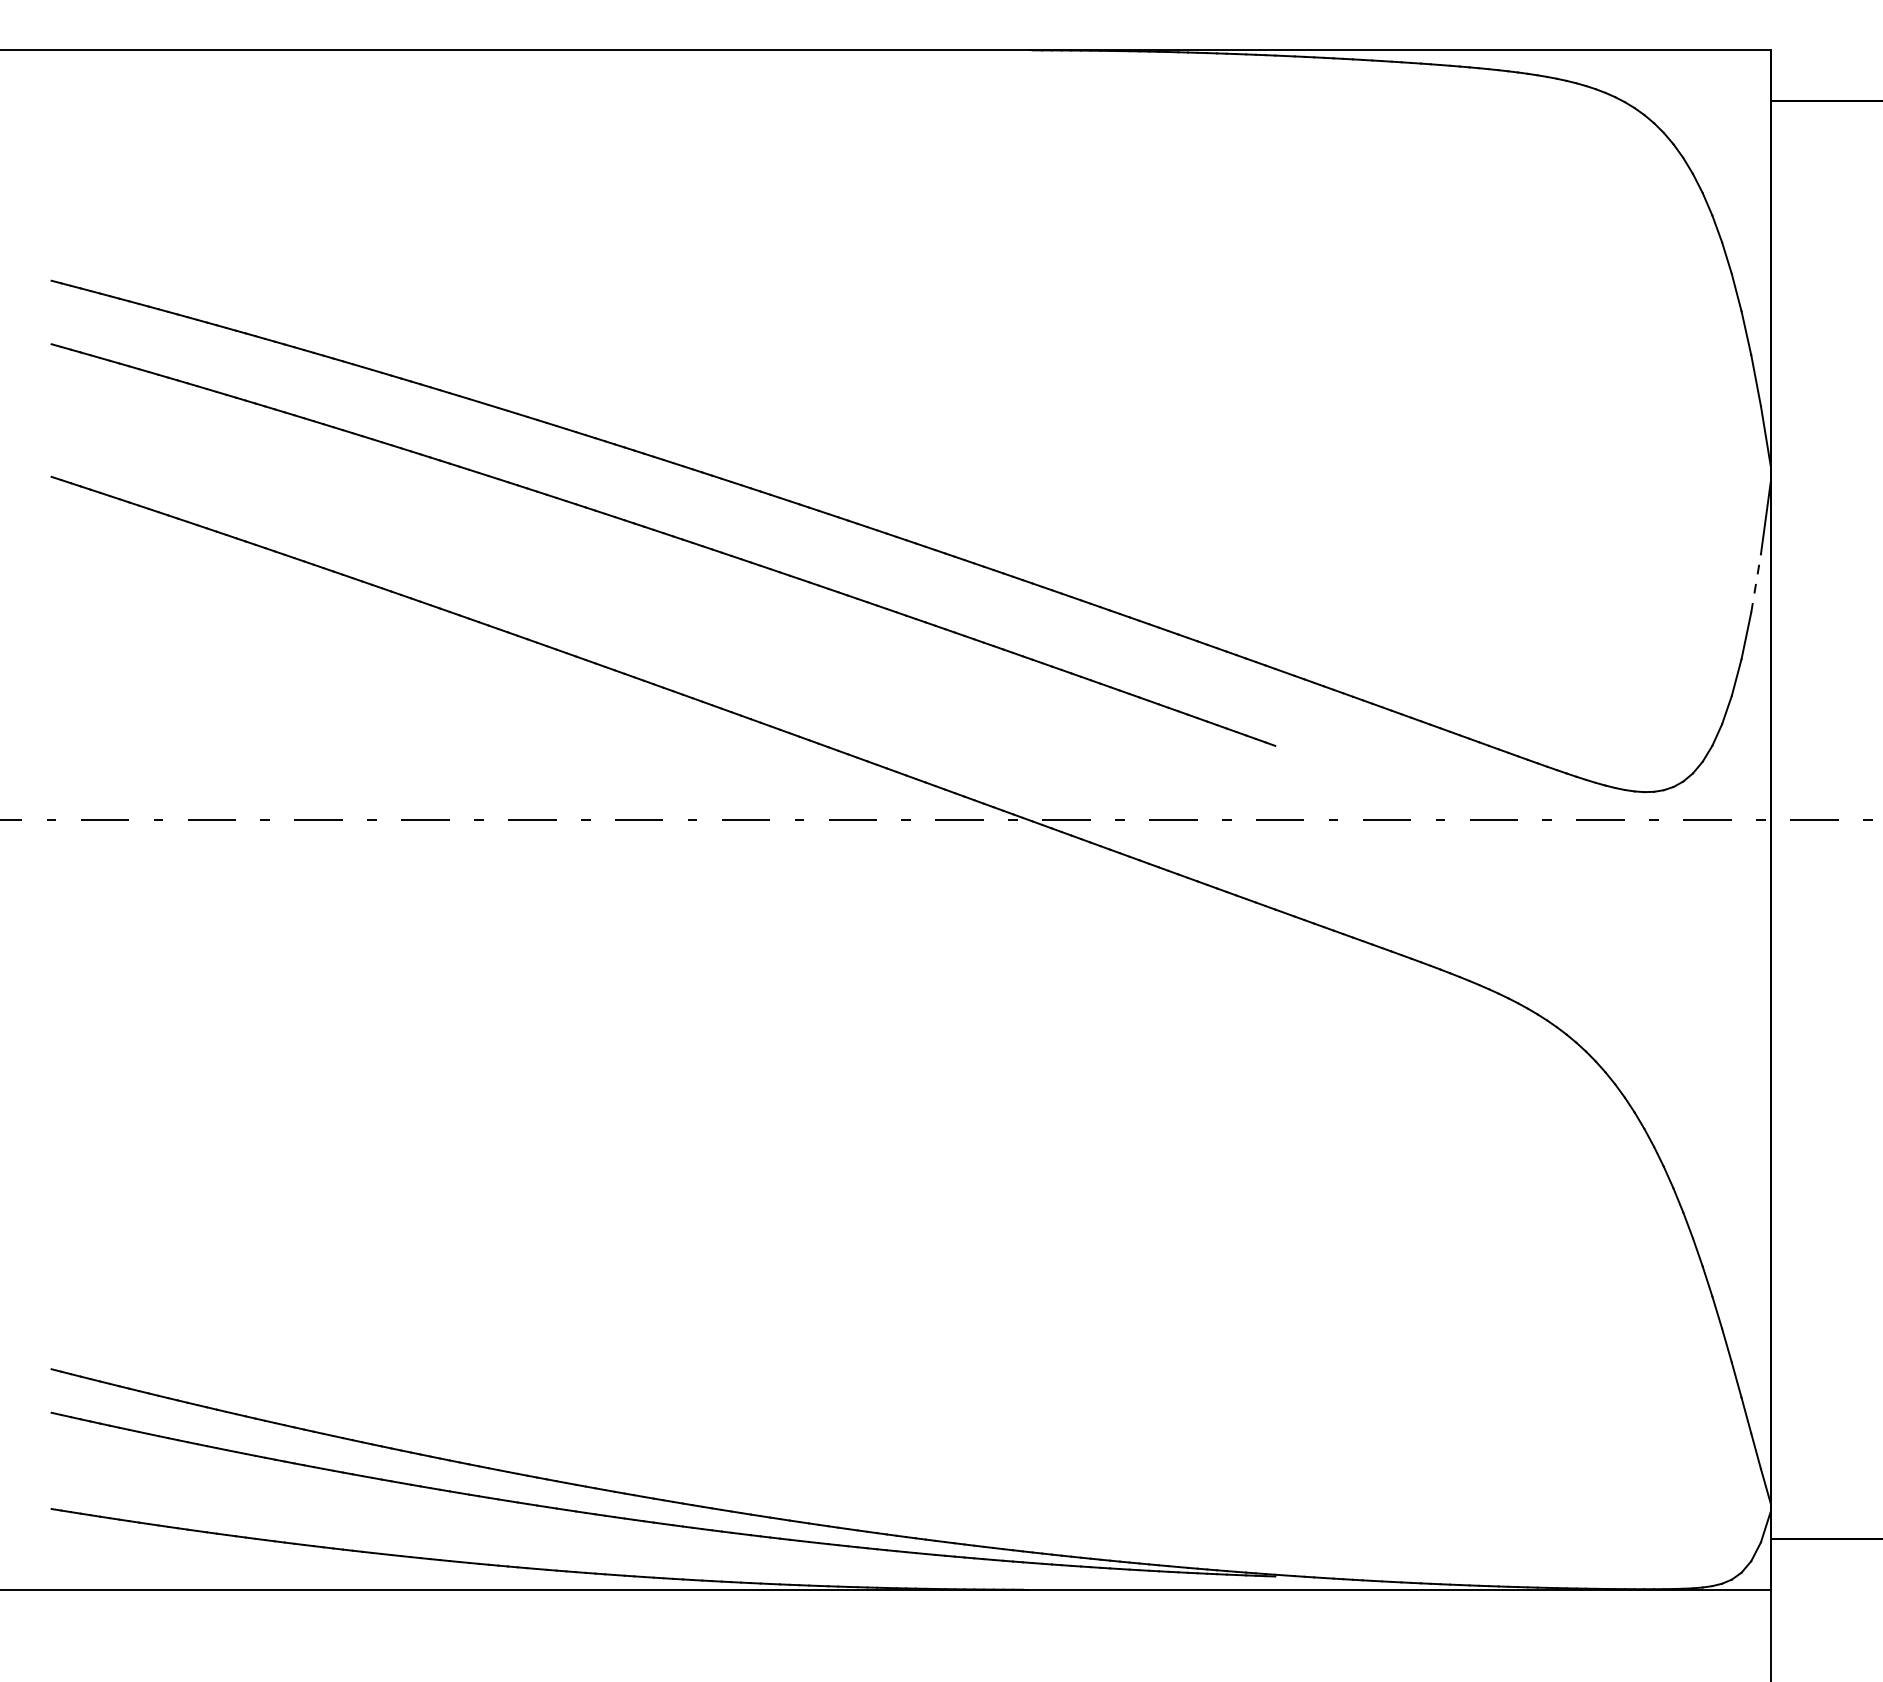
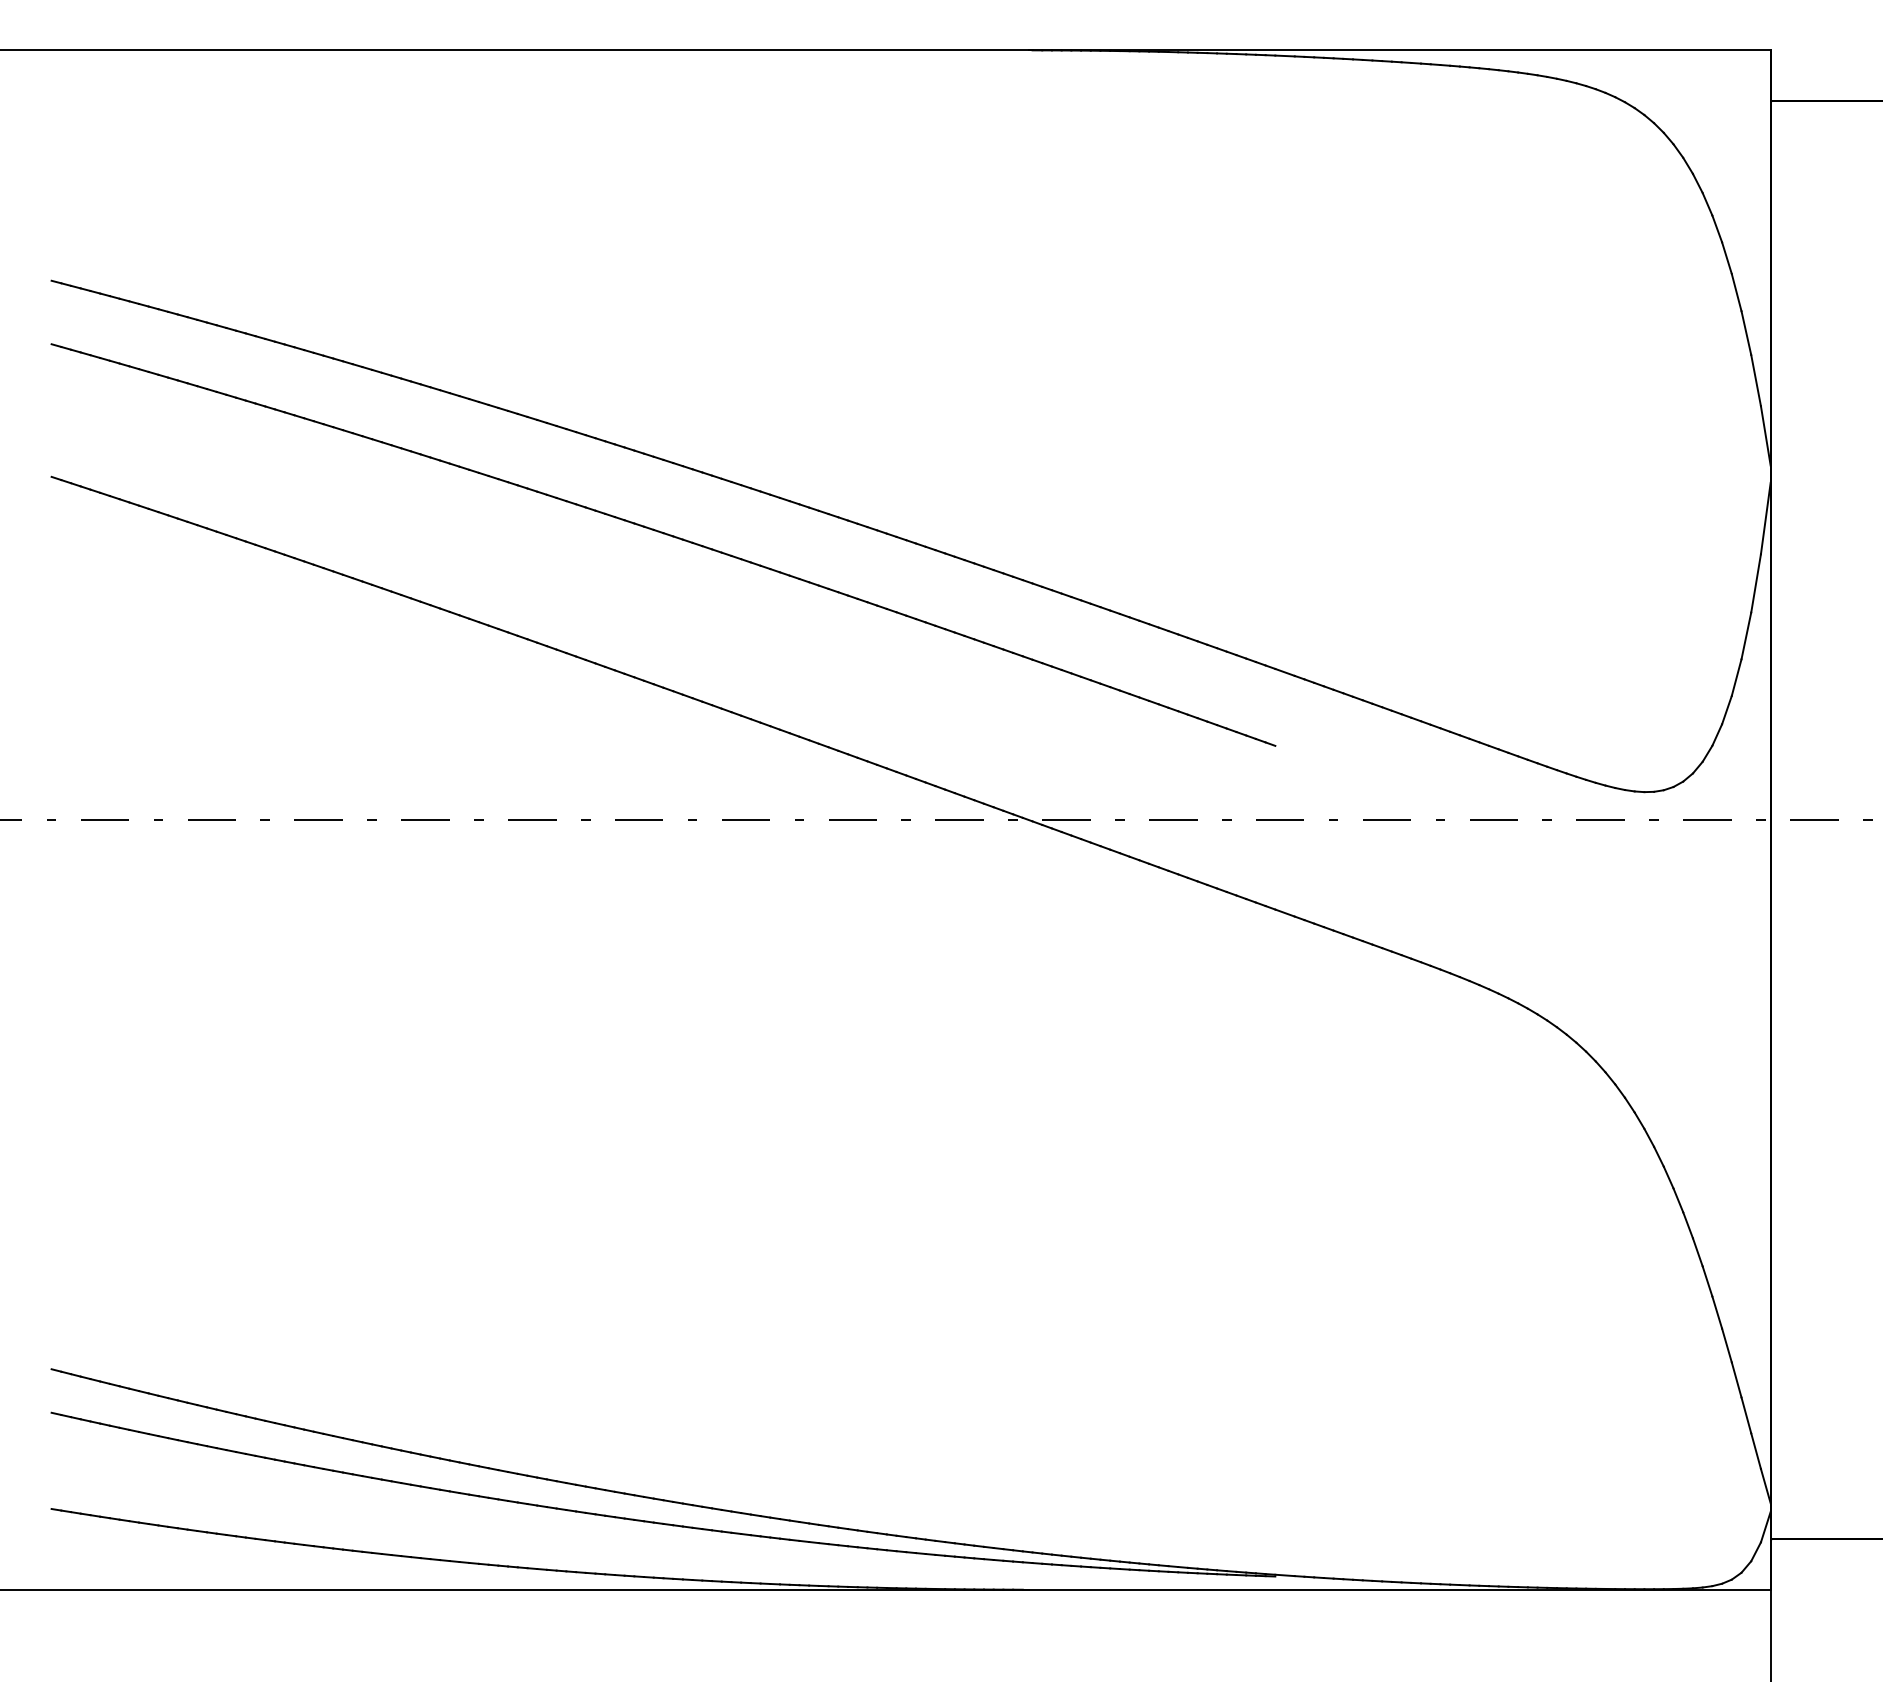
line at (1756, 583): dashed -> solid
